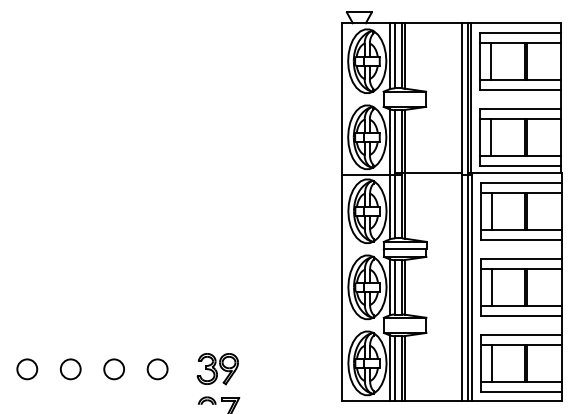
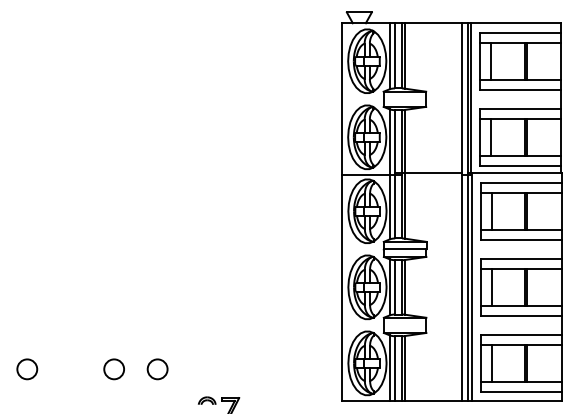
circle at (70, 369): present -> none
part at (217, 369): present -> none
